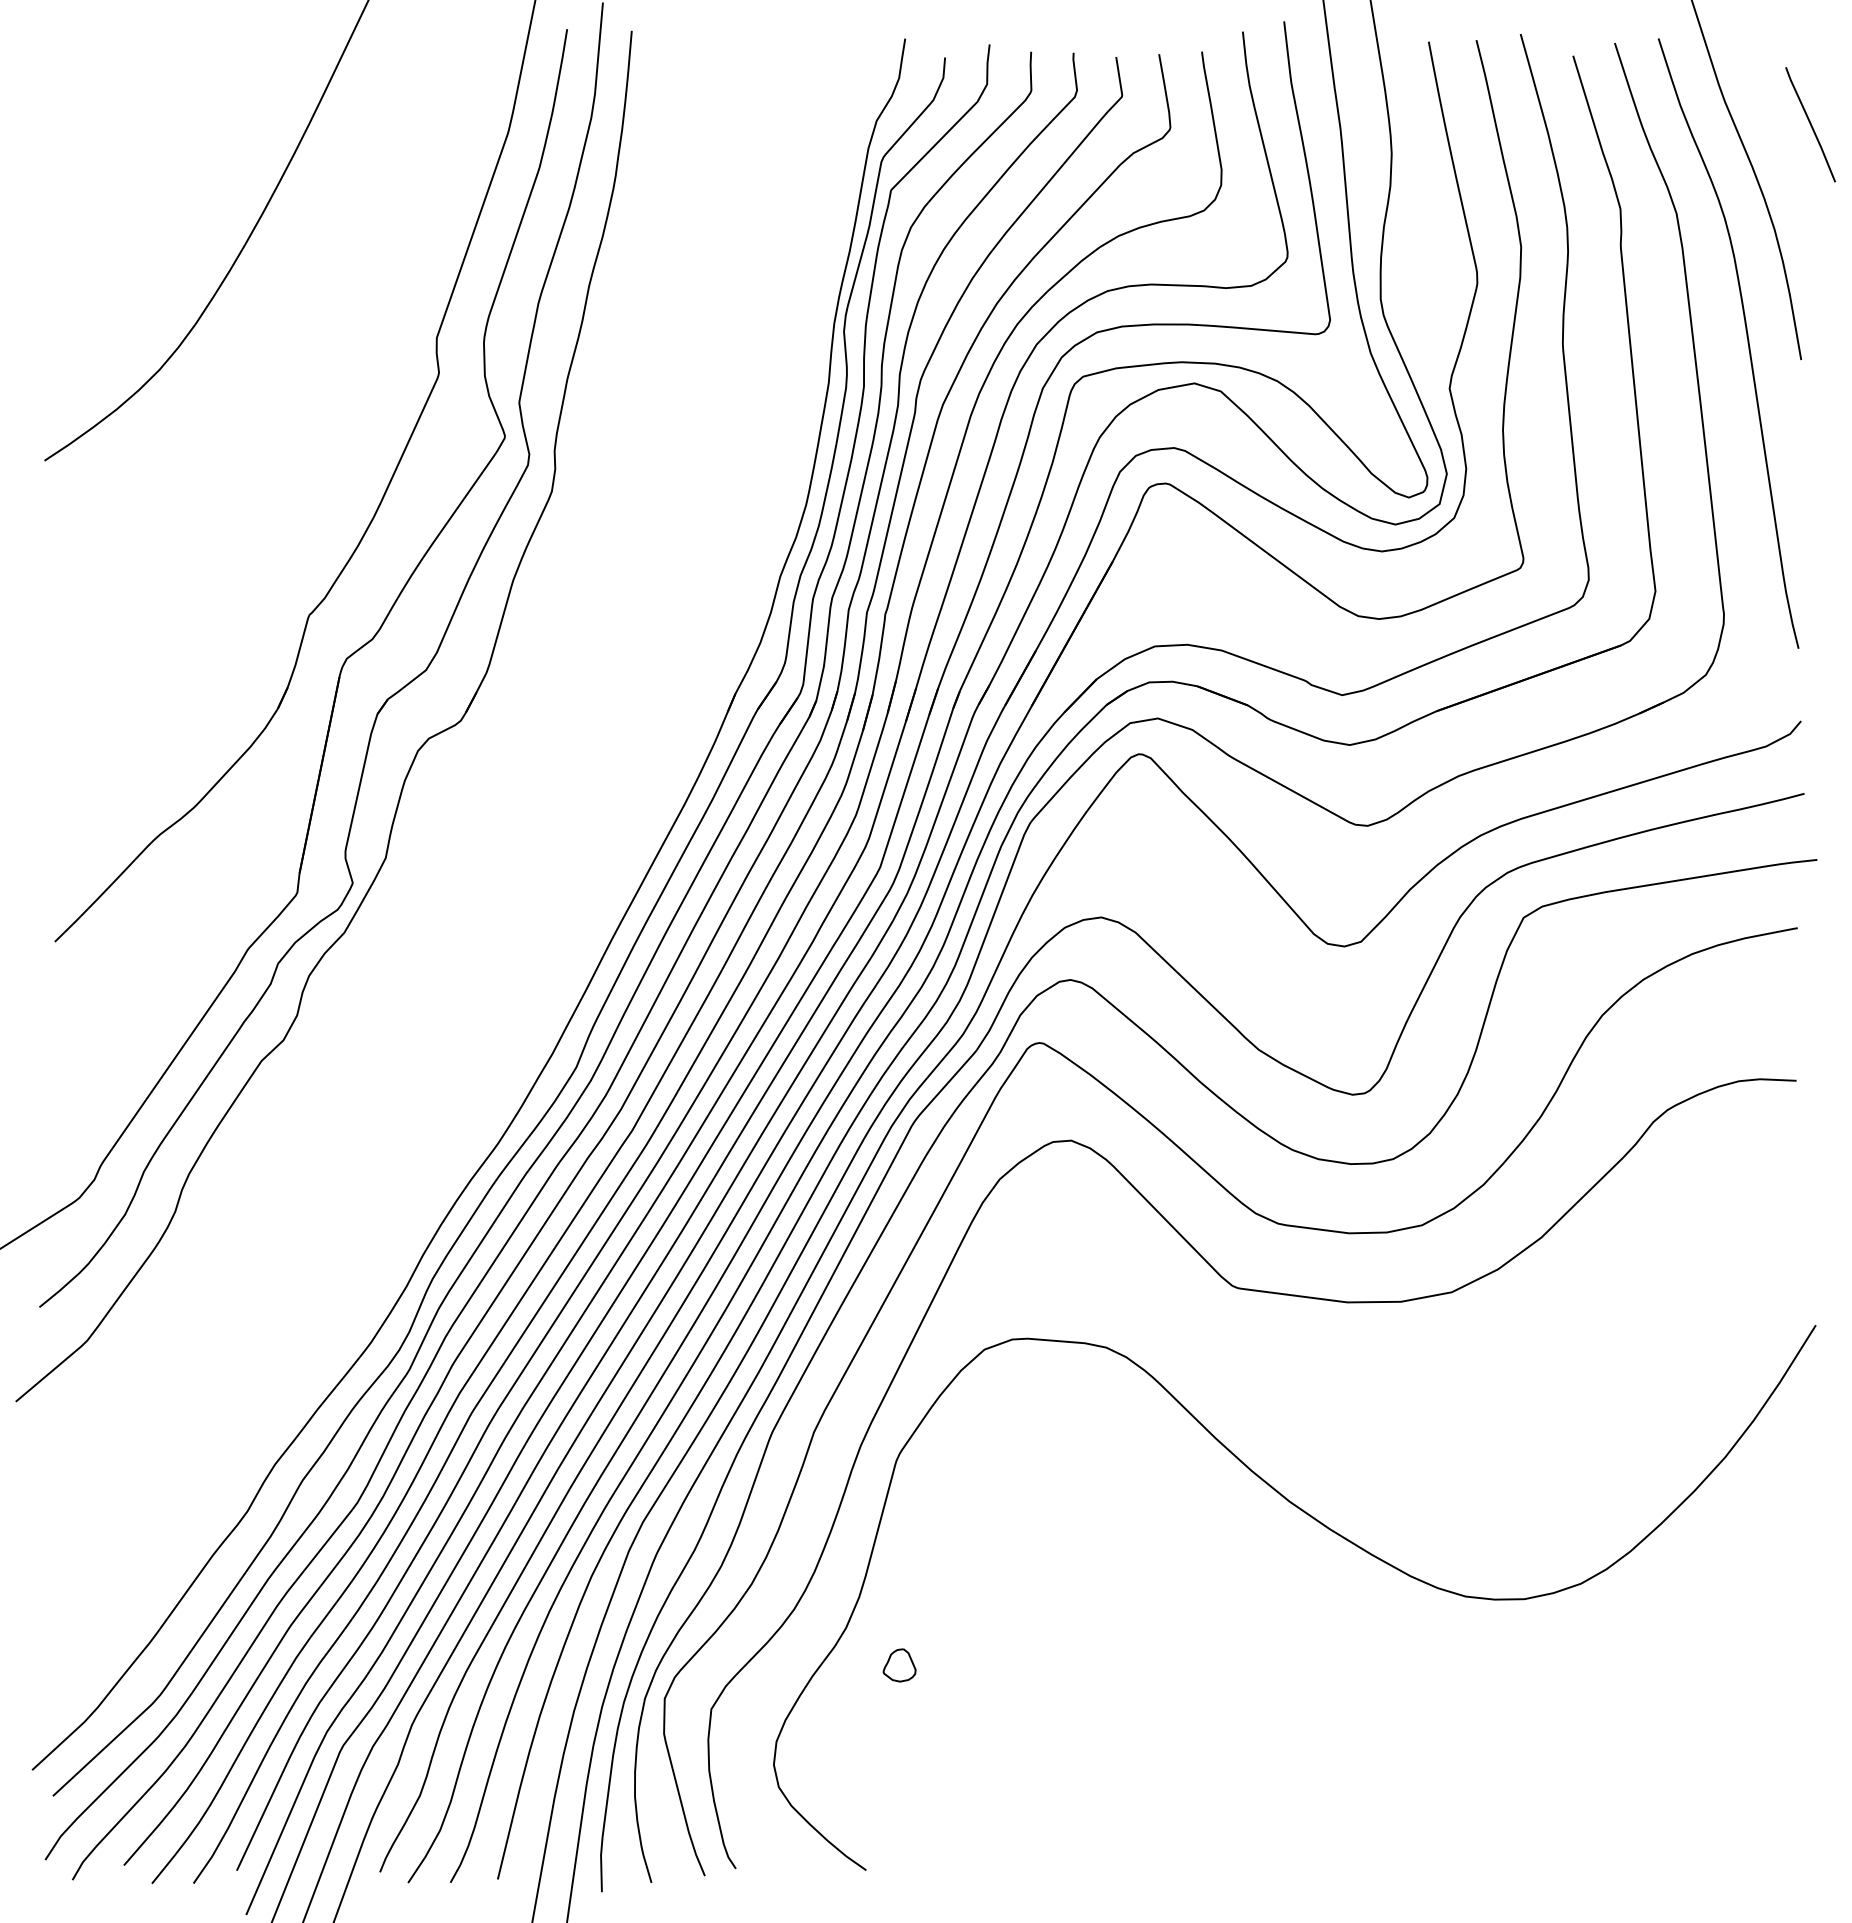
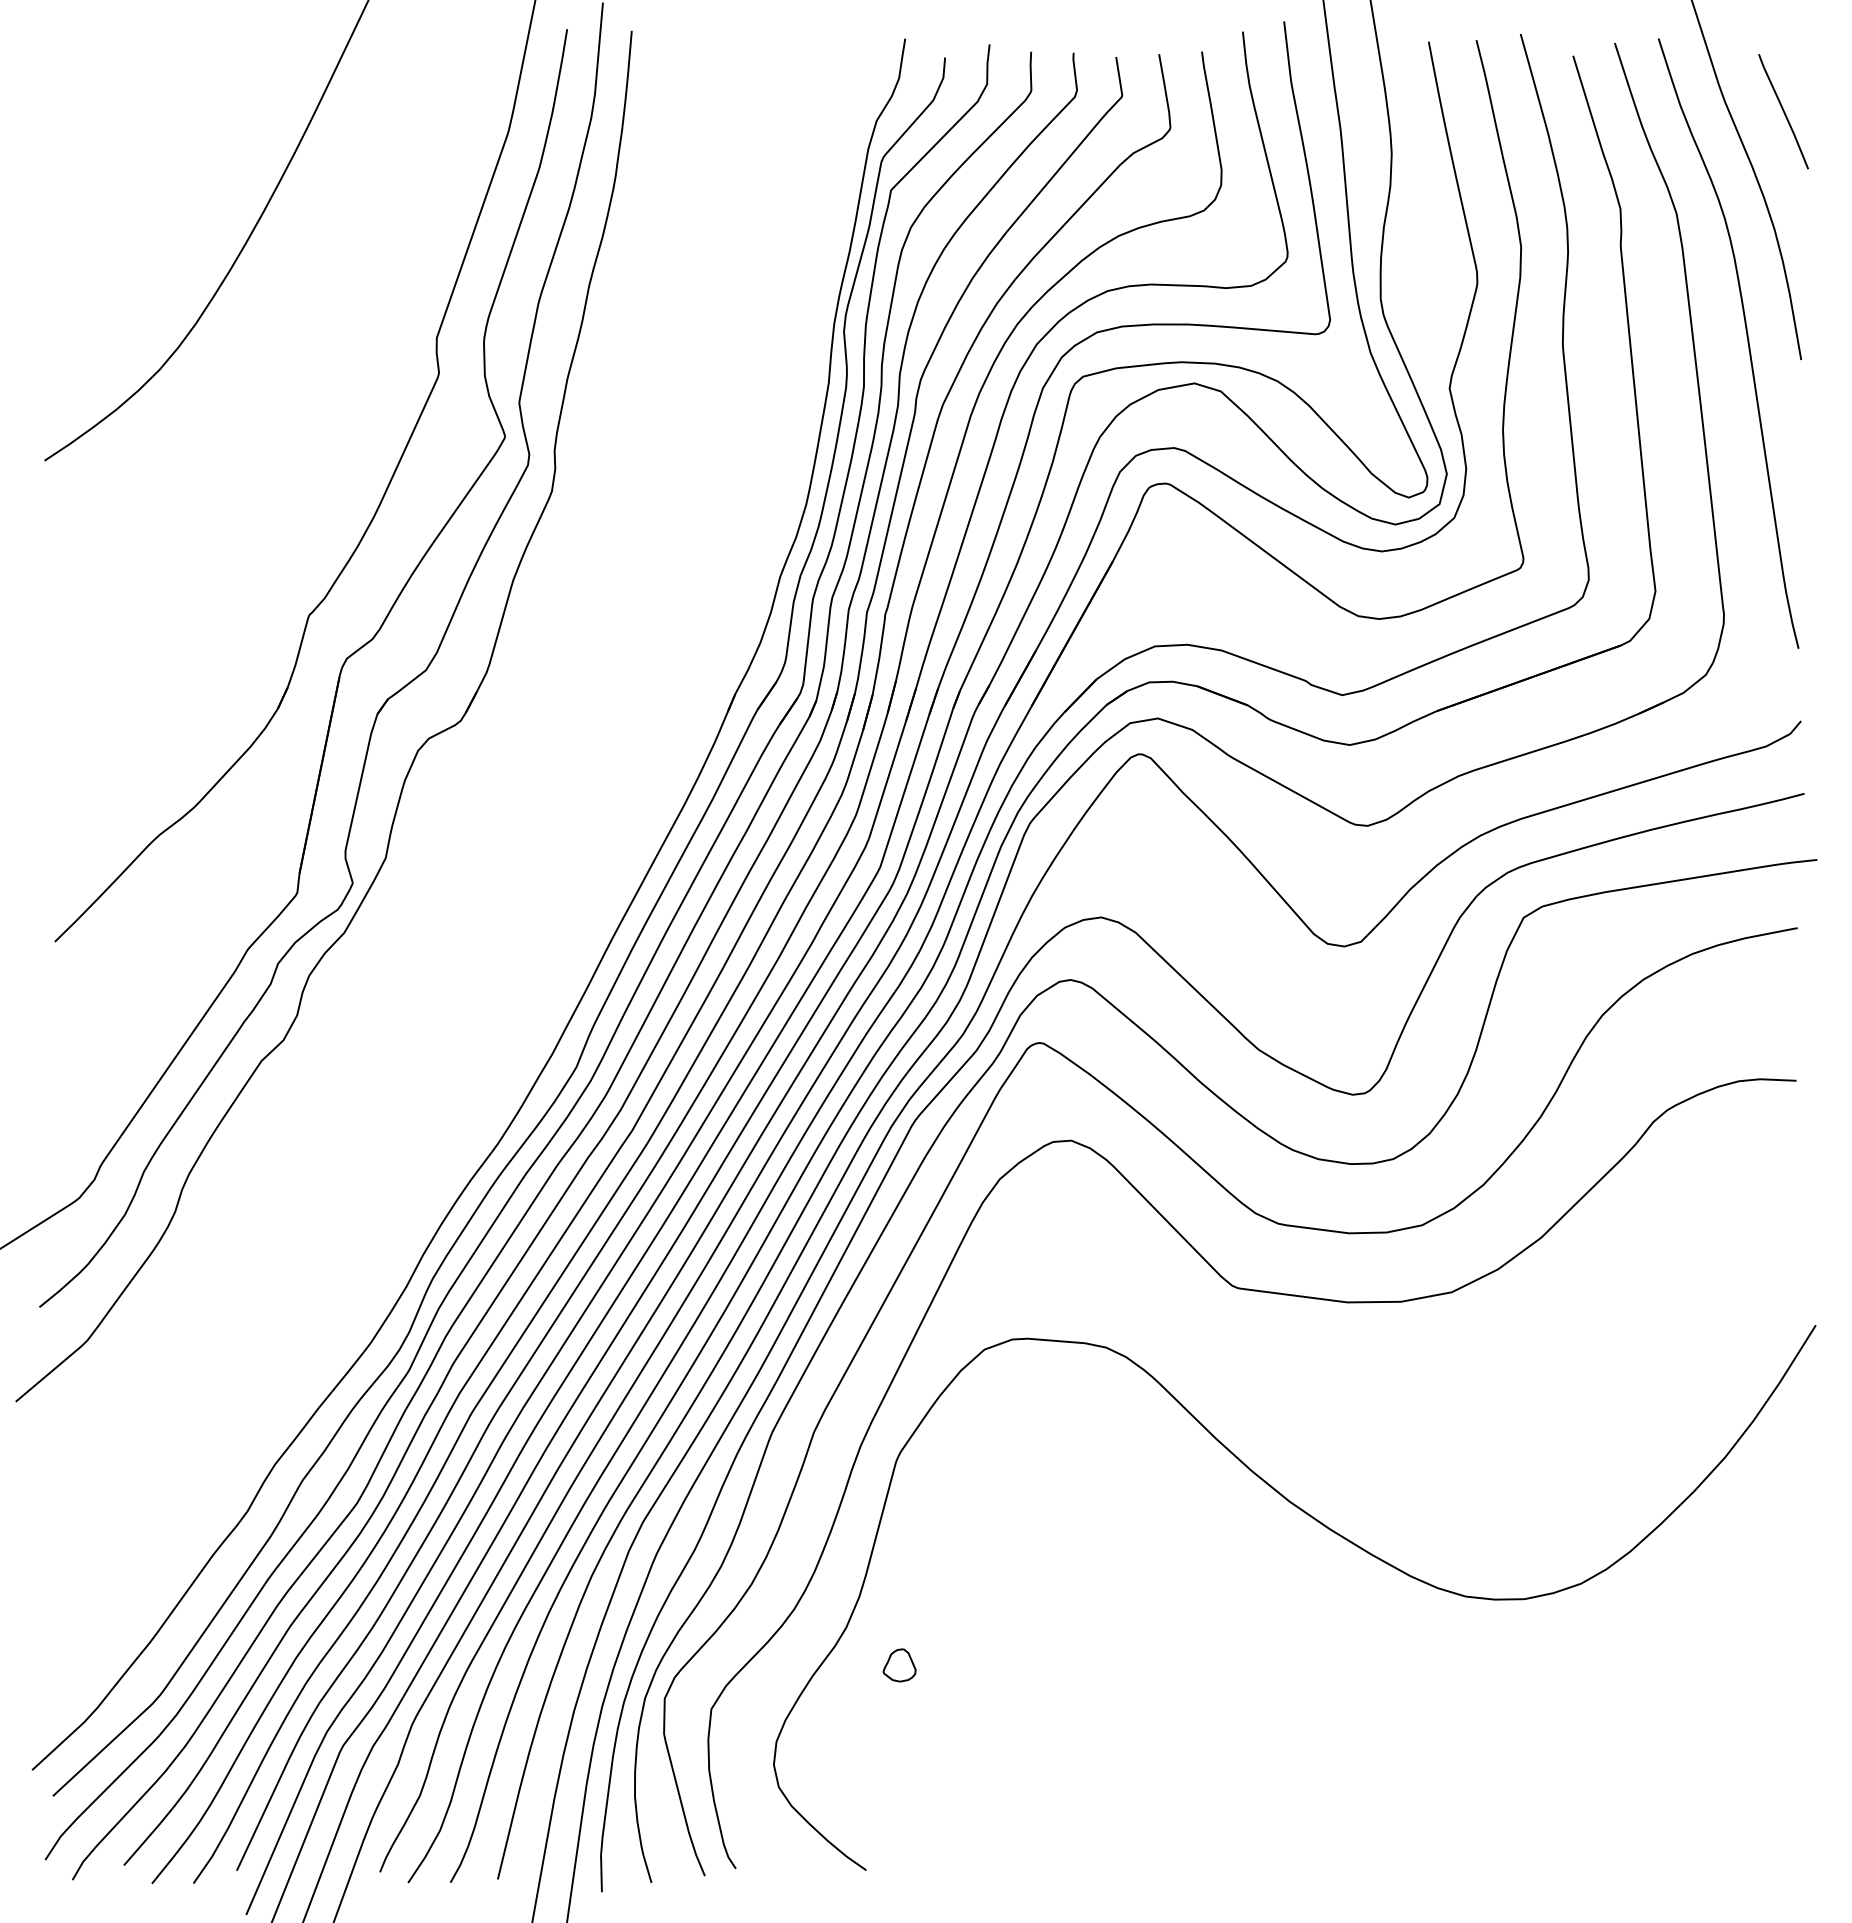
line at (1810, 124) position: (1810, 124) -> (1783, 111)
